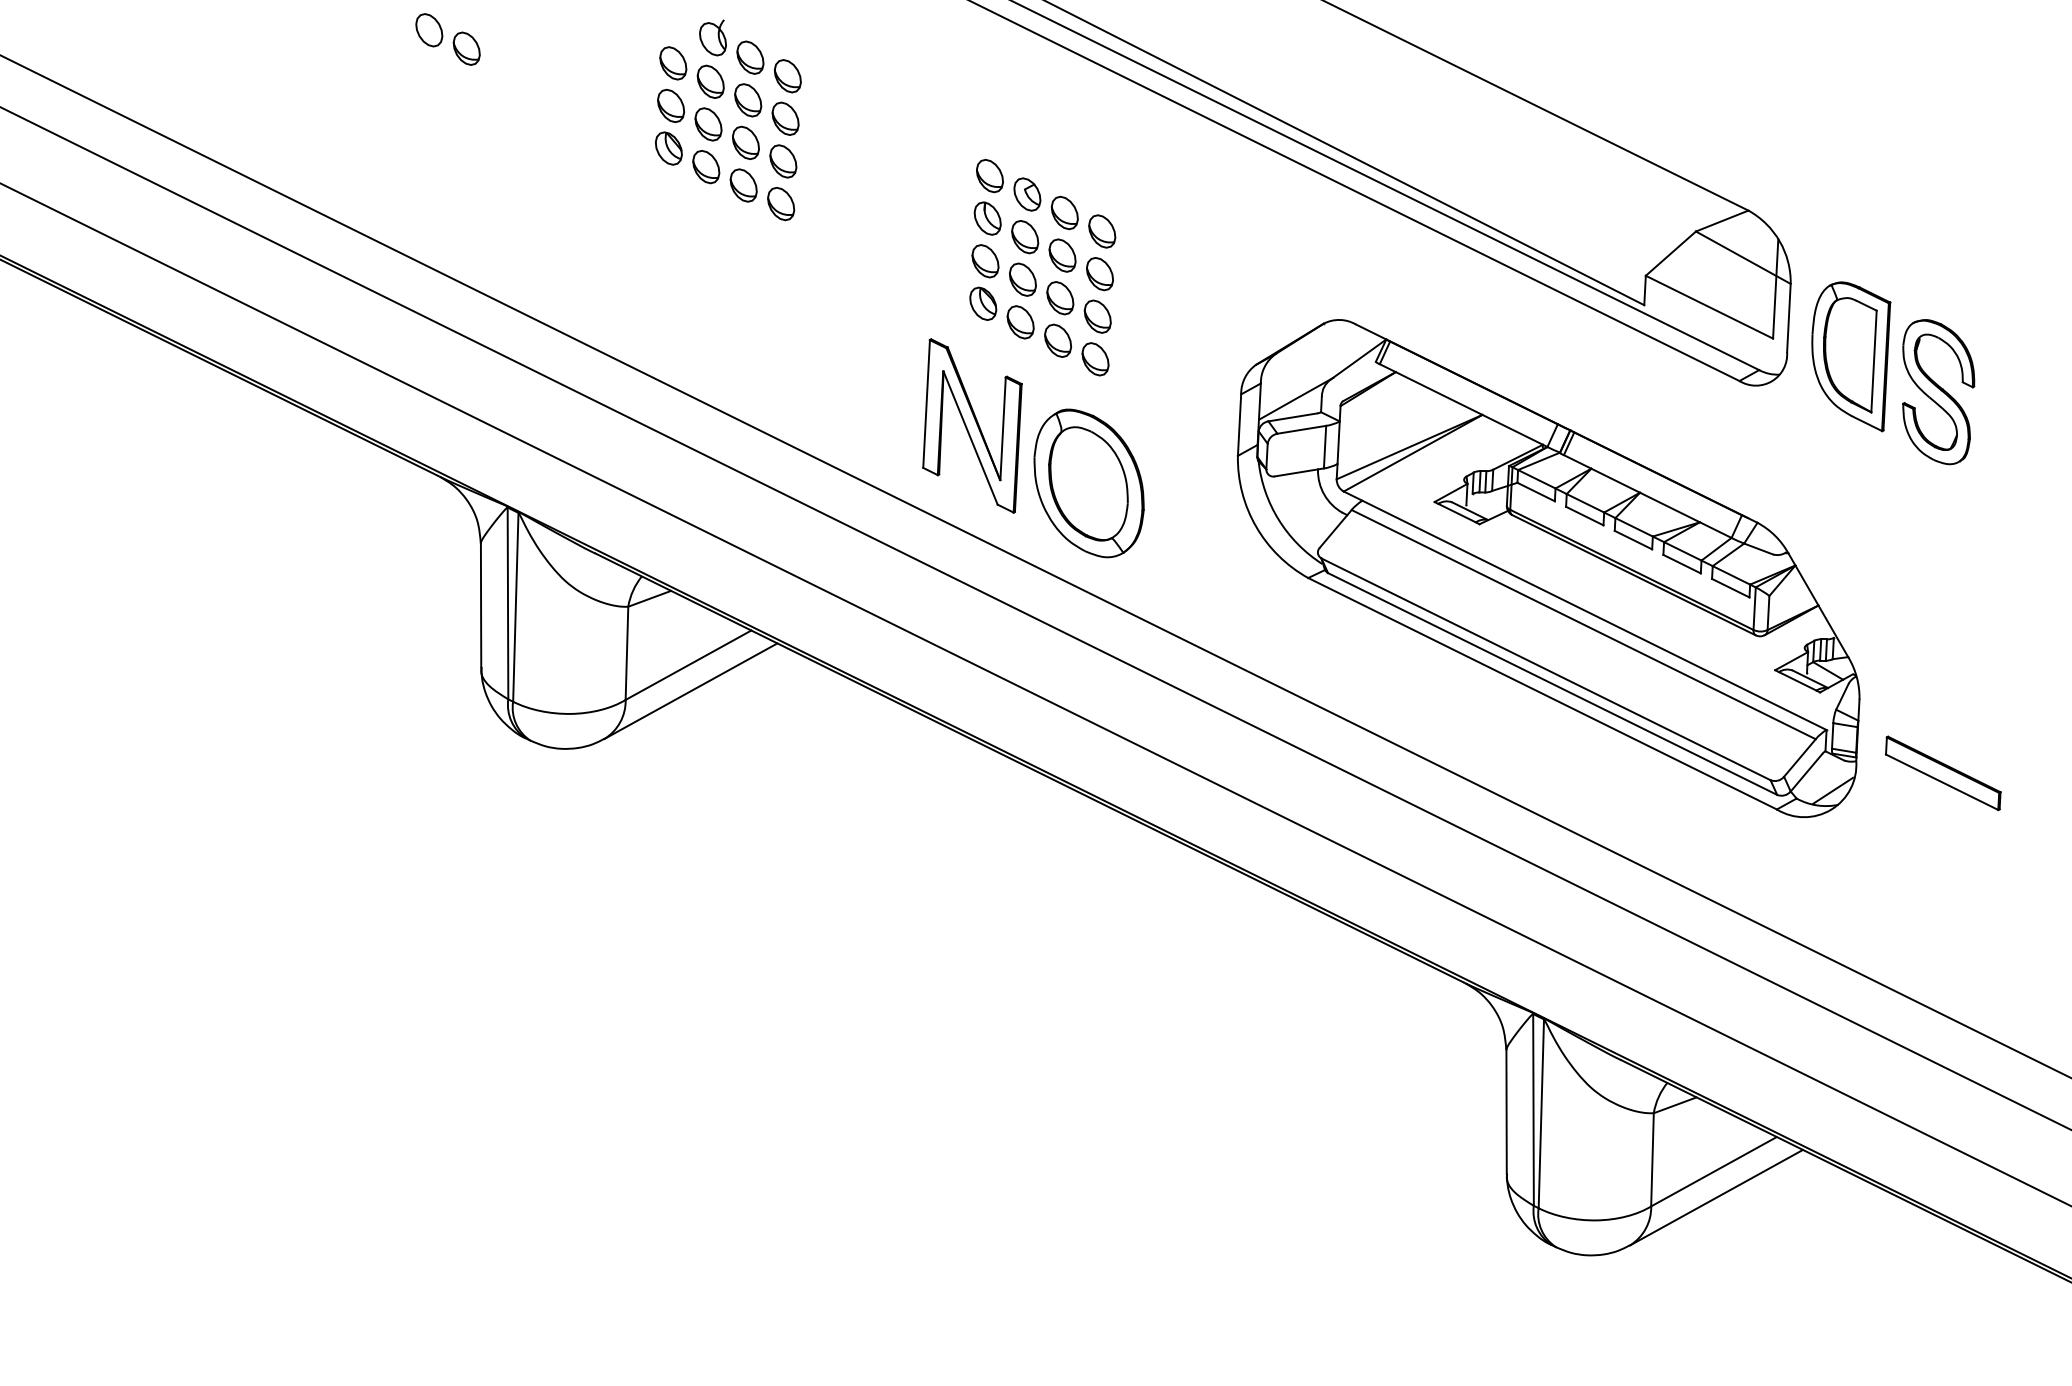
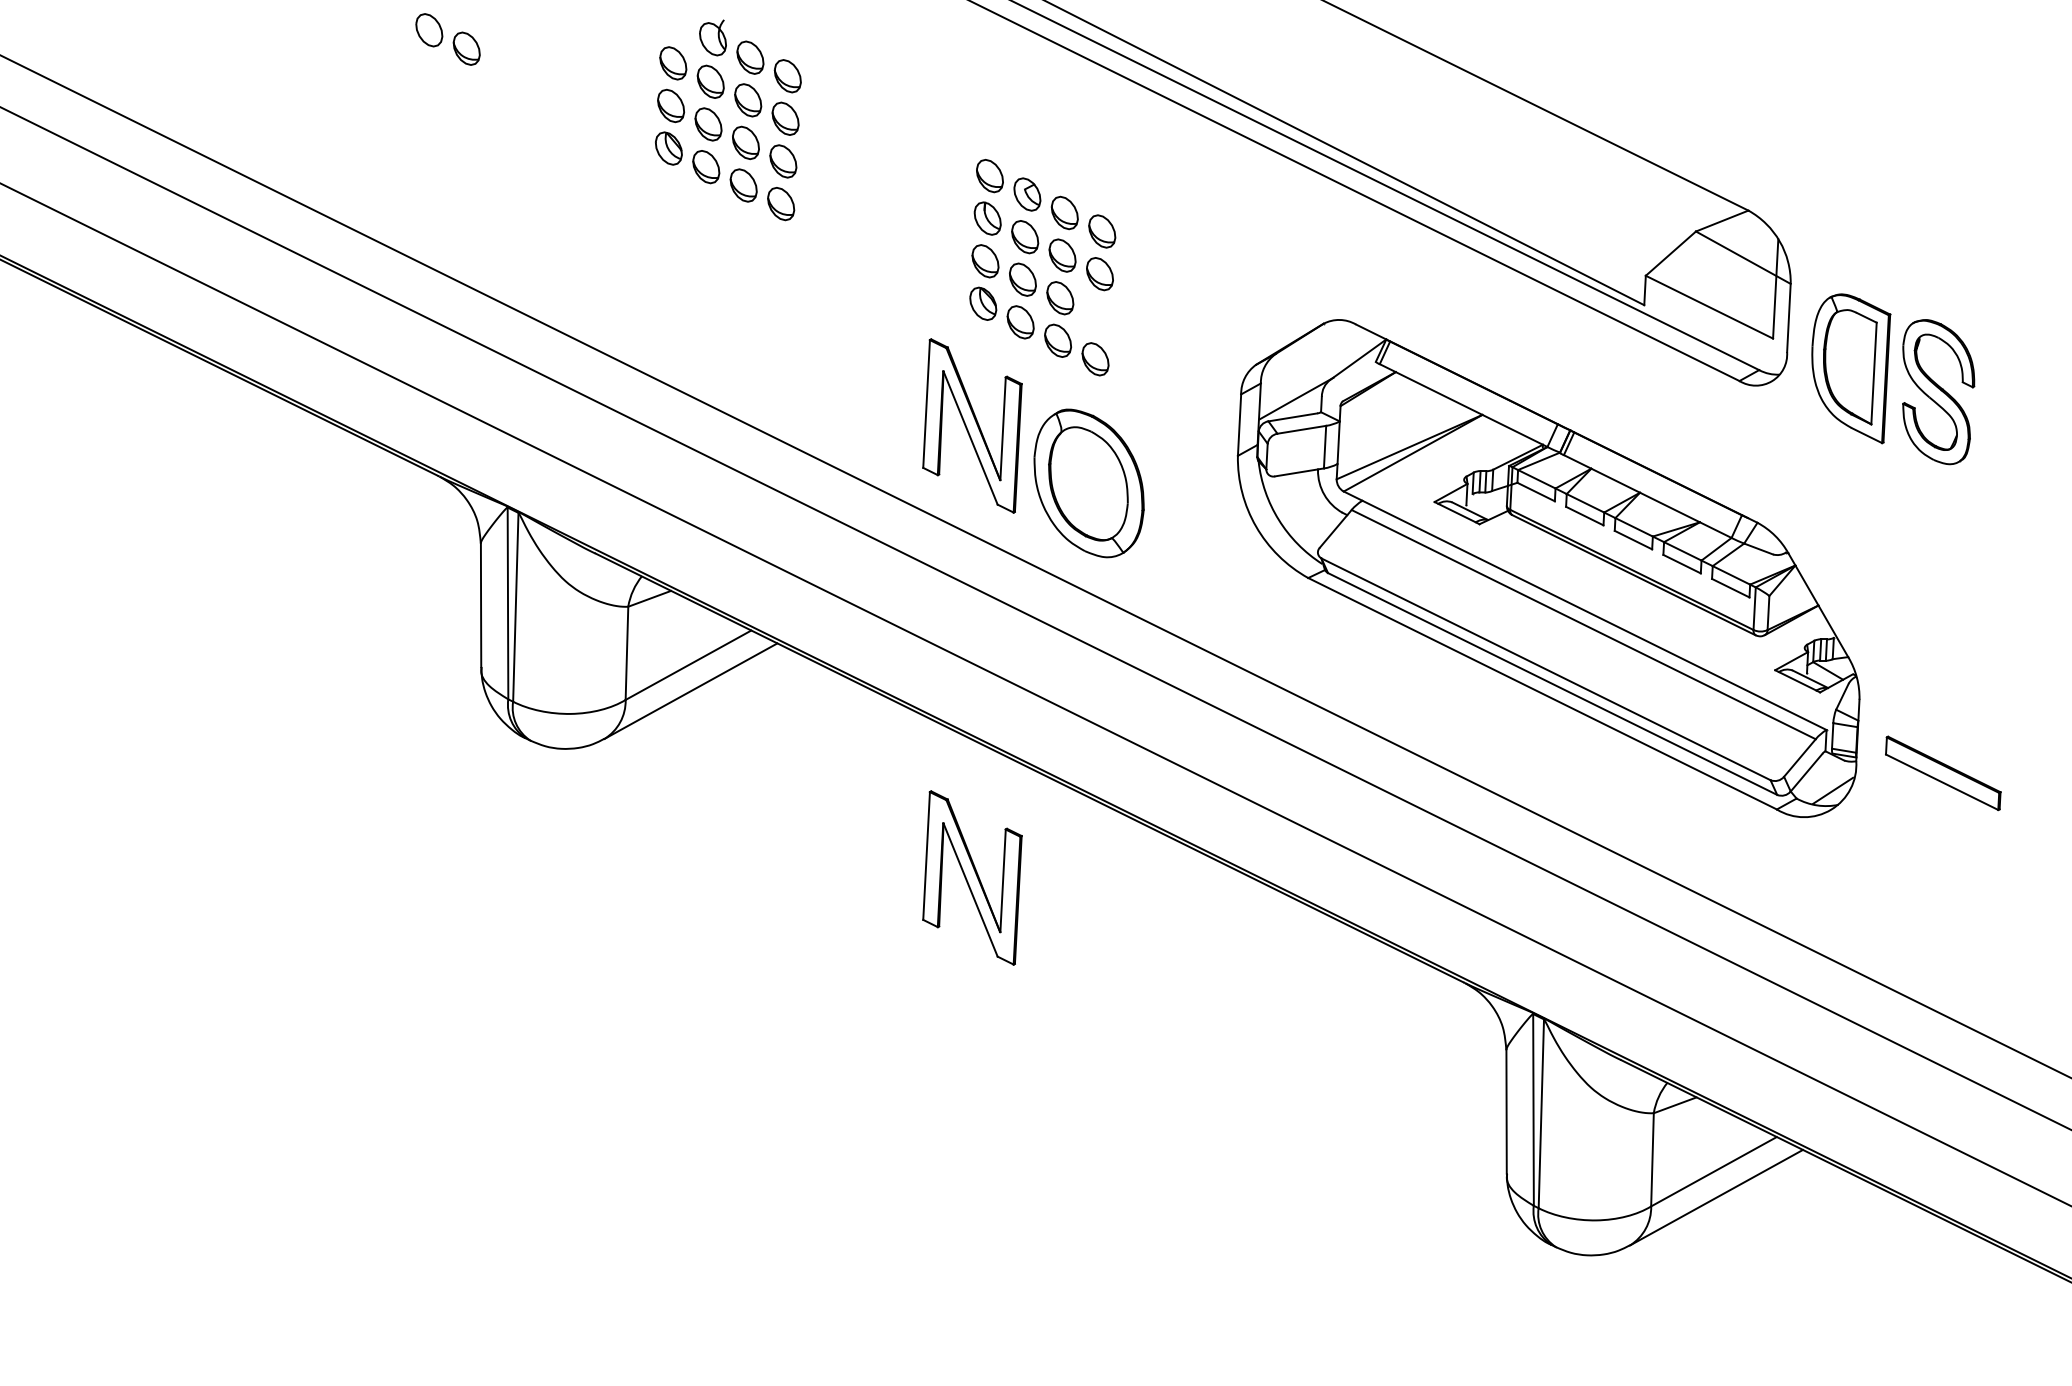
part at (1097, 316): present -> none
part at (1851, 356) position: (1851, 356) -> (1851, 368)
part at (972, 877): none -> present
